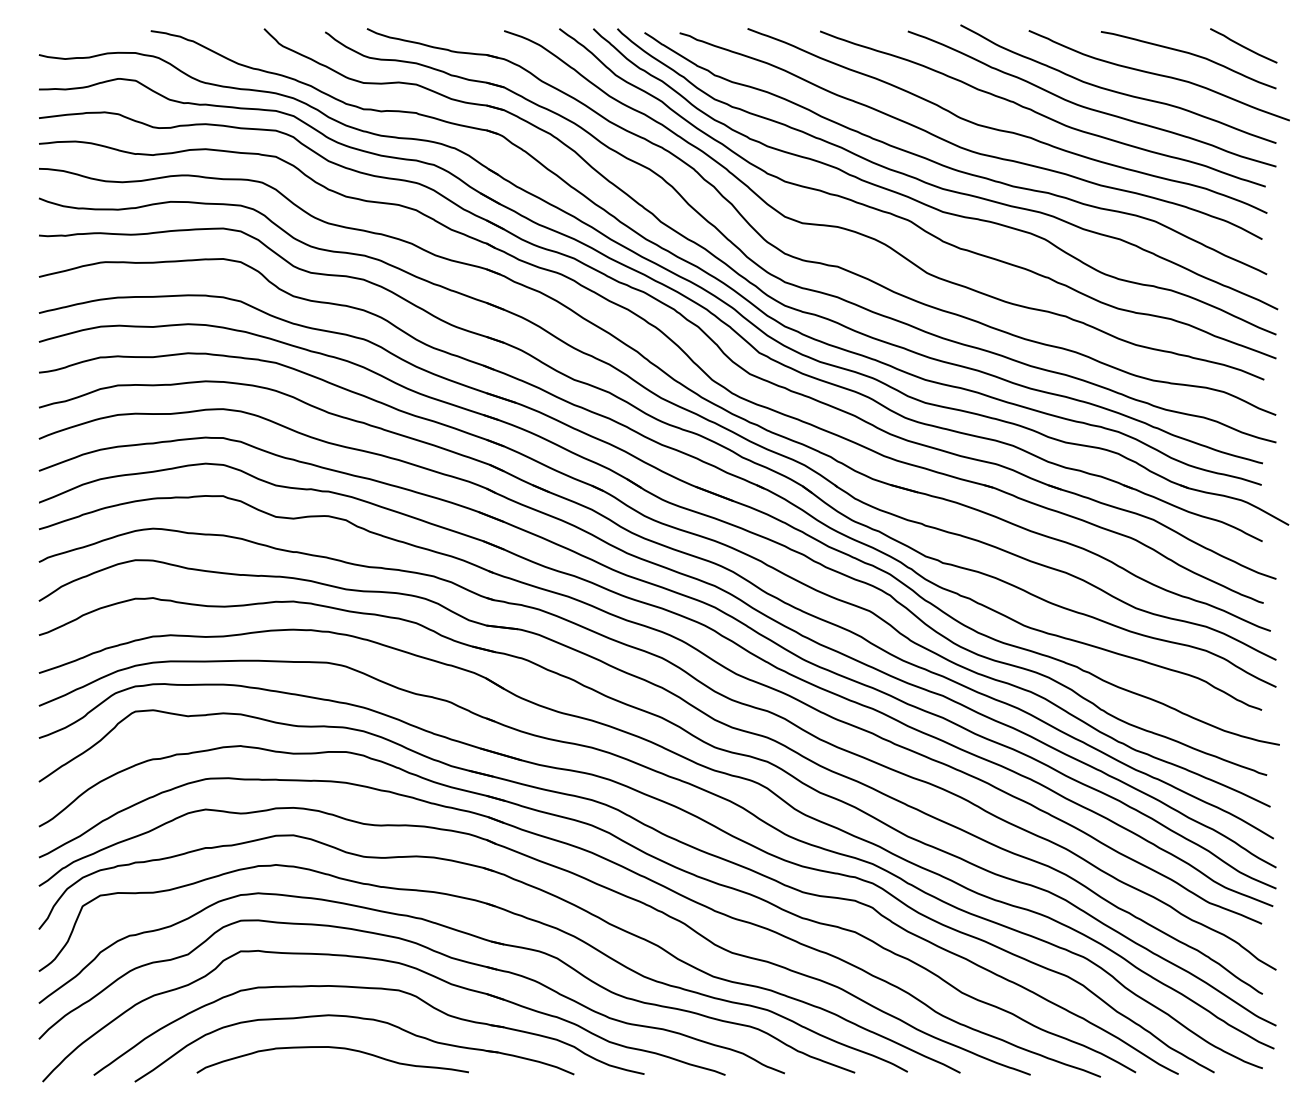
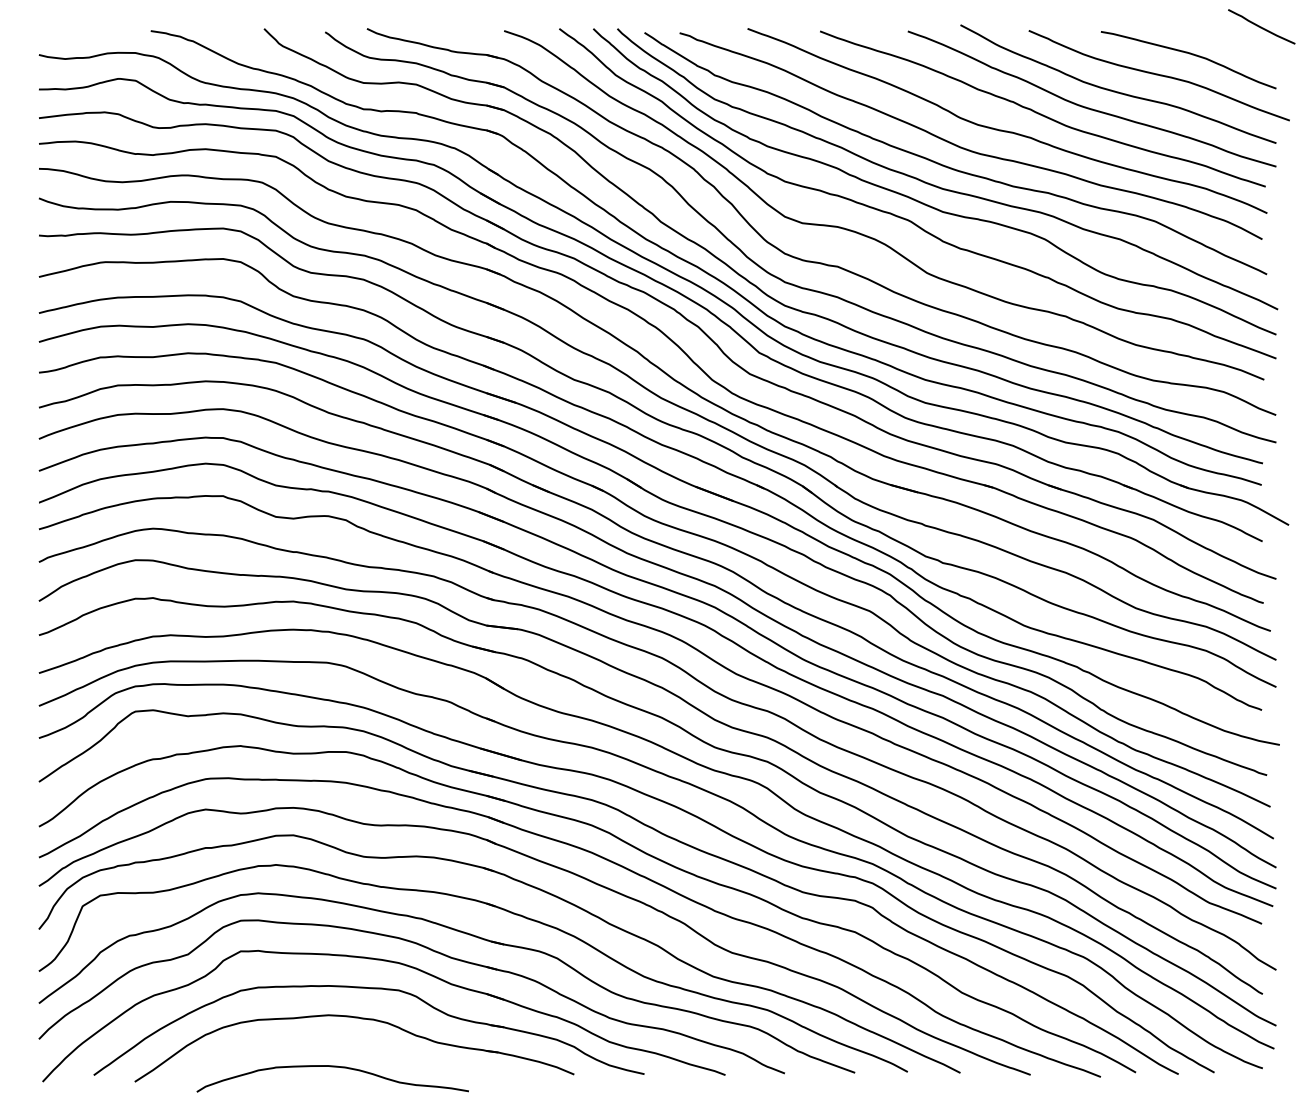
curve at (1243, 45) position: (1243, 45) -> (1261, 26)
curve at (332, 1048) position: (332, 1048) -> (332, 1067)
